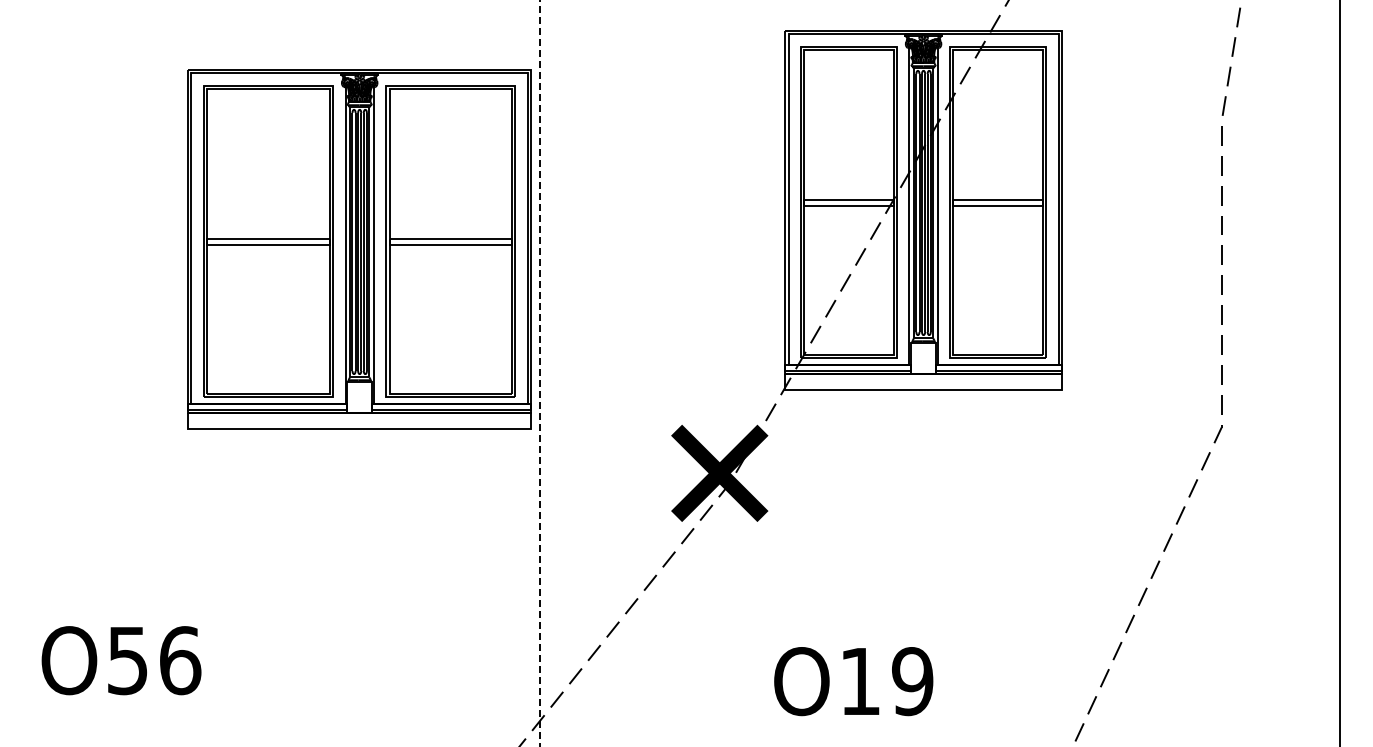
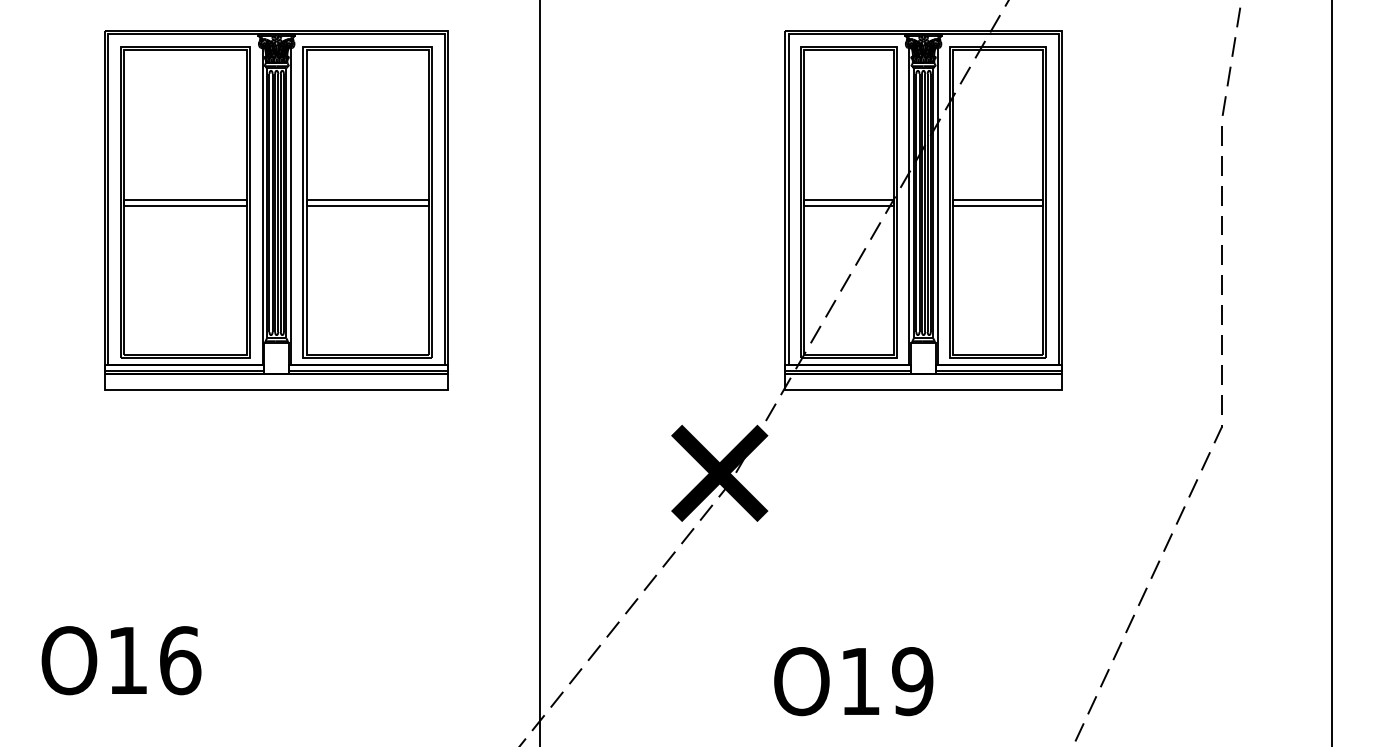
part at (359, 249) position: (359, 249) -> (276, 210)
line at (1339, 372) position: (1339, 372) -> (1331, 372)
line at (540, 373): dashed -> solid
text at (127, 661): O56 -> O16
